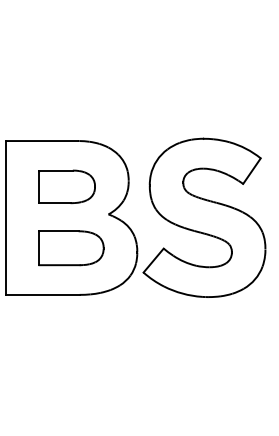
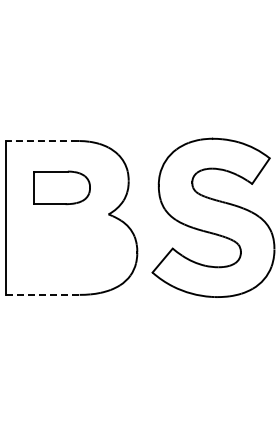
line at (42, 141): solid -> dashed
part at (66, 186) position: (66, 186) -> (61, 187)
part at (204, 217) position: (204, 217) -> (213, 217)
part at (71, 248): present -> none
line at (43, 294): solid -> dashed
